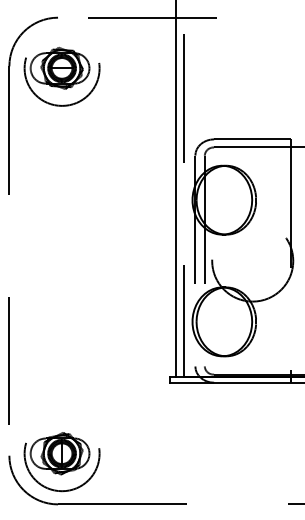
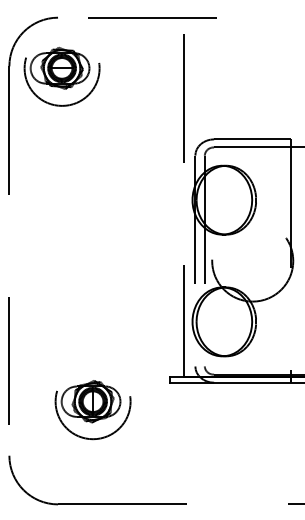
line at (175, 189): present -> none
part at (61, 462) position: (61, 462) -> (92, 410)
